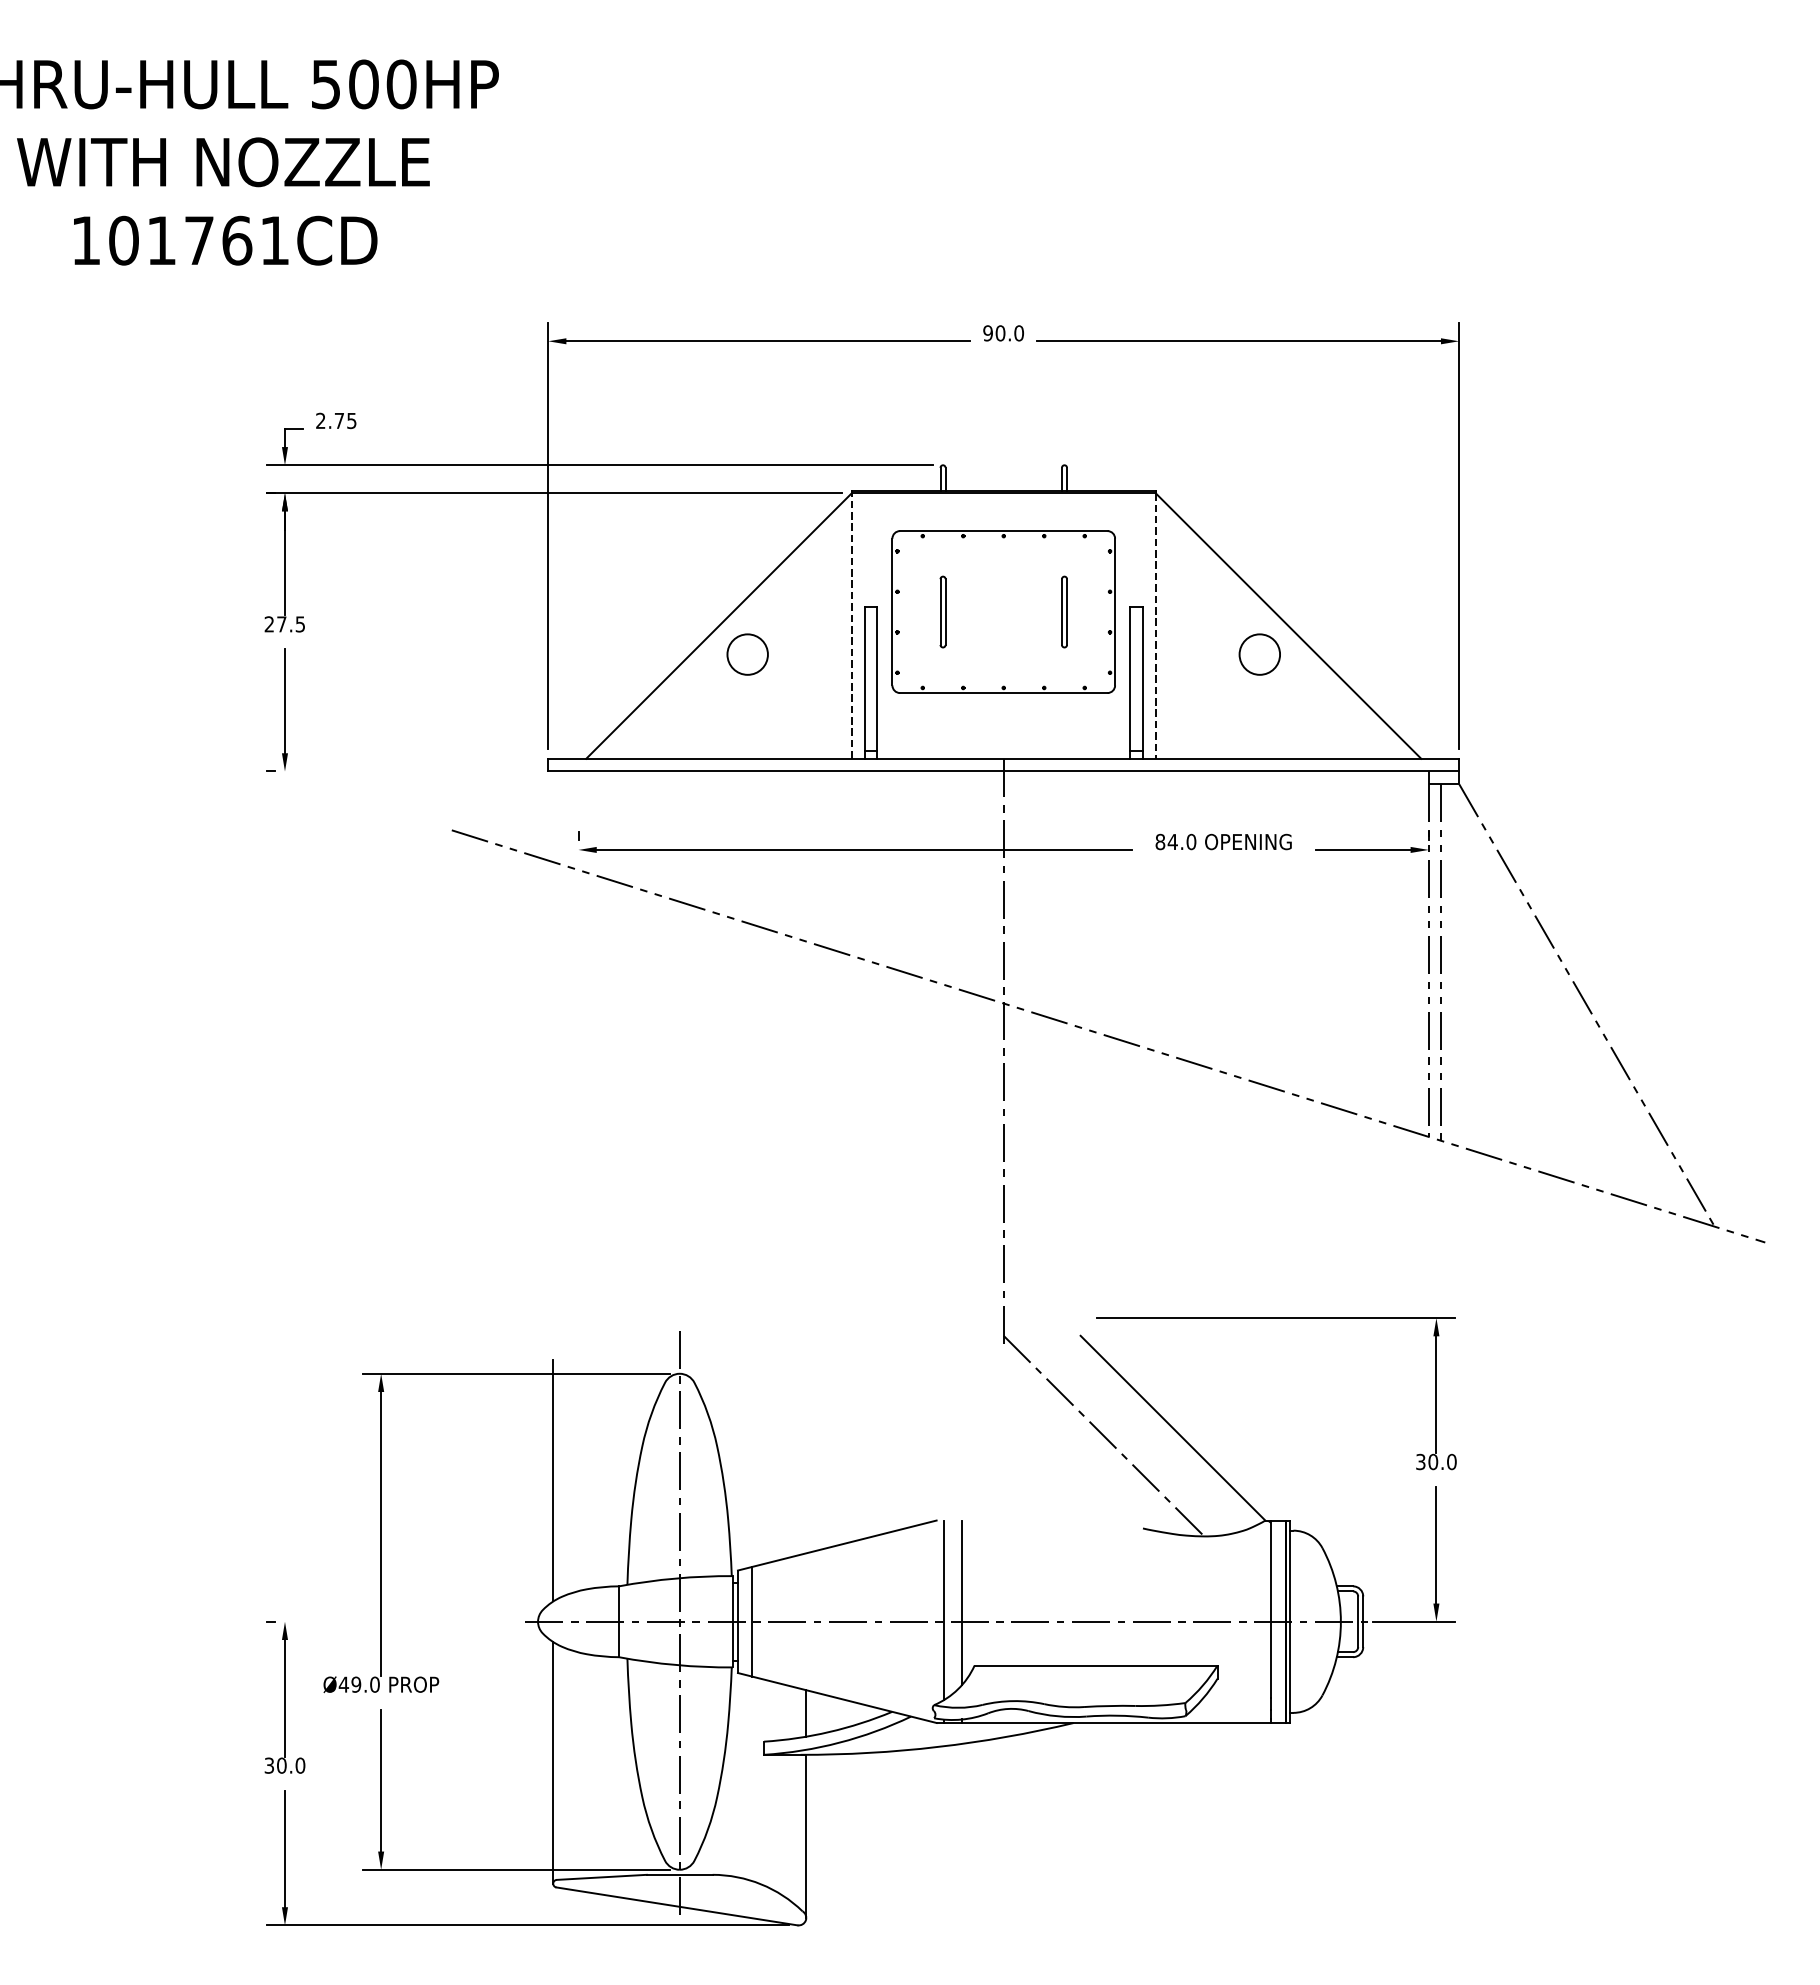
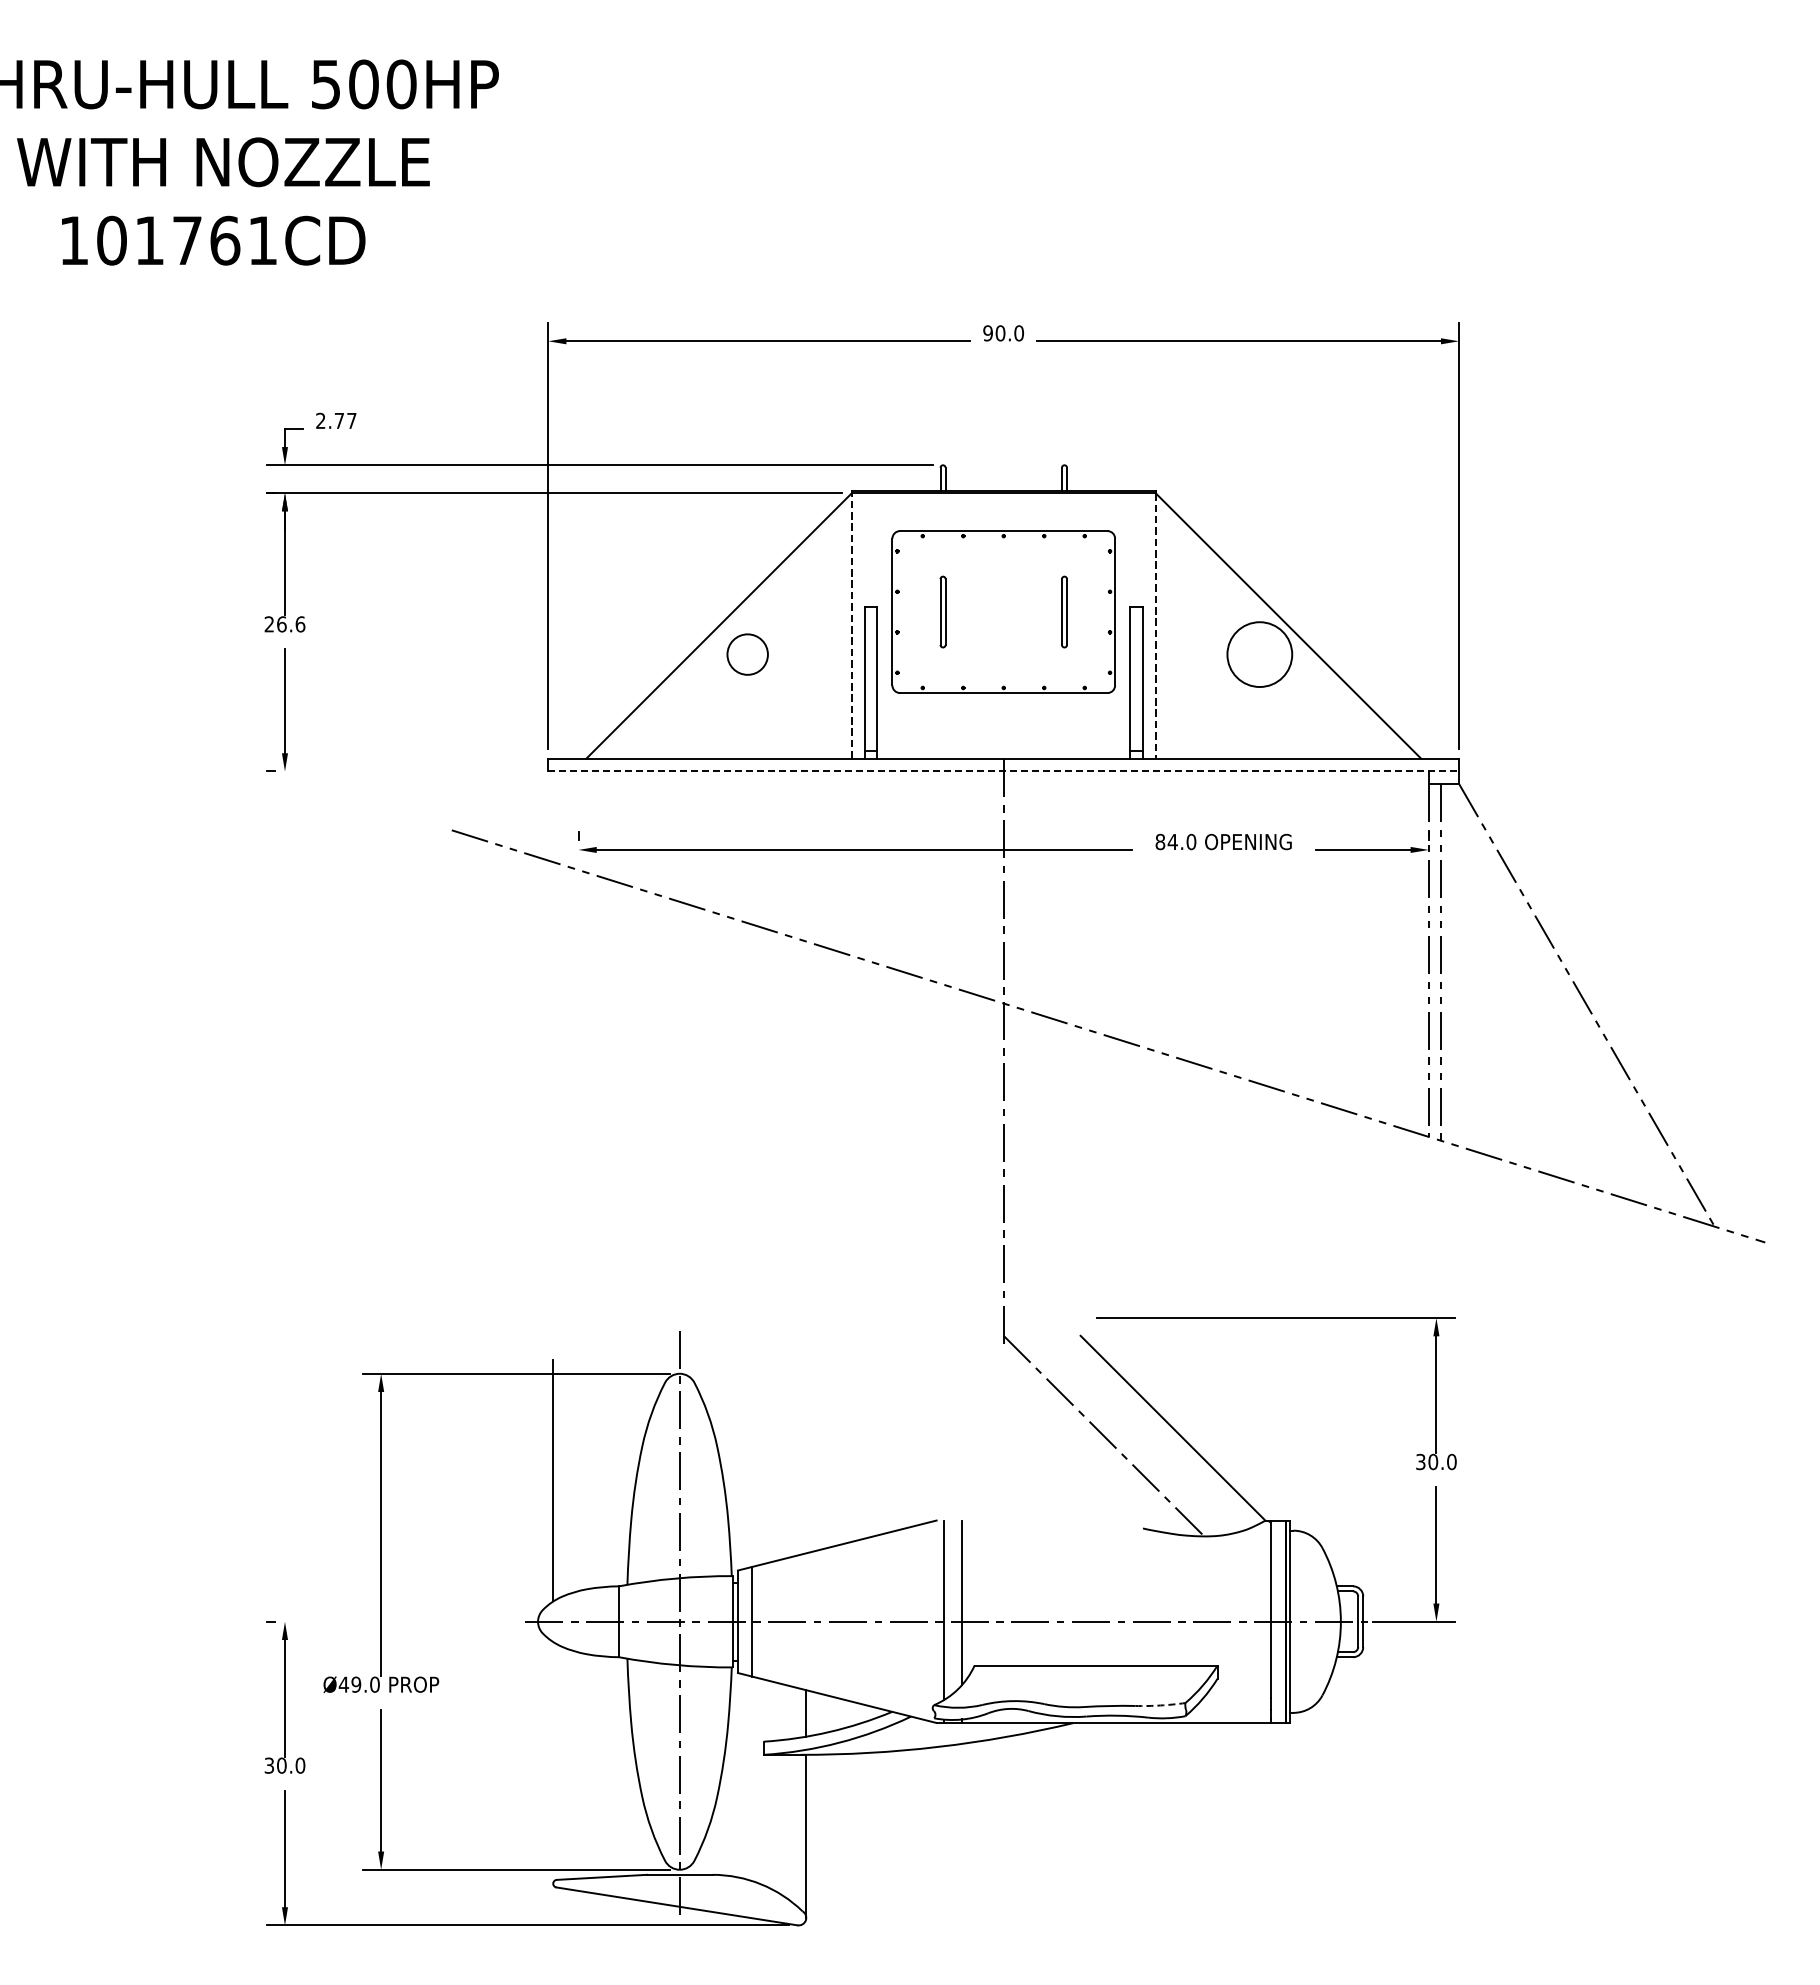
text at (225, 240) position: (225, 240) -> (213, 240)
text at (351, 421): 2.75 -> 2.77
text at (291, 624): 27.5 -> 26.6
circle at (1259, 654) diameter: 40 px -> 65 px
line at (1003, 771): solid -> dashed
arc at (1160, 1705): solid -> dashed
line at (553, 1762): present -> none
